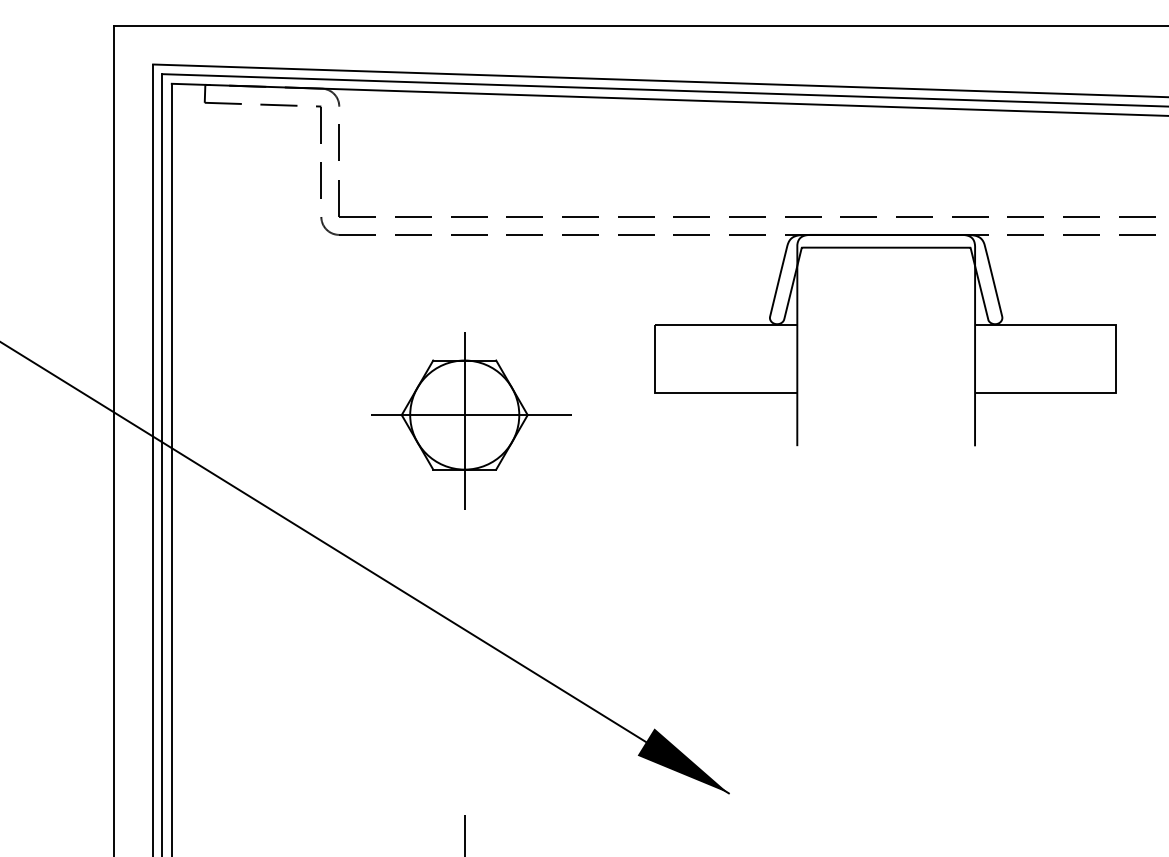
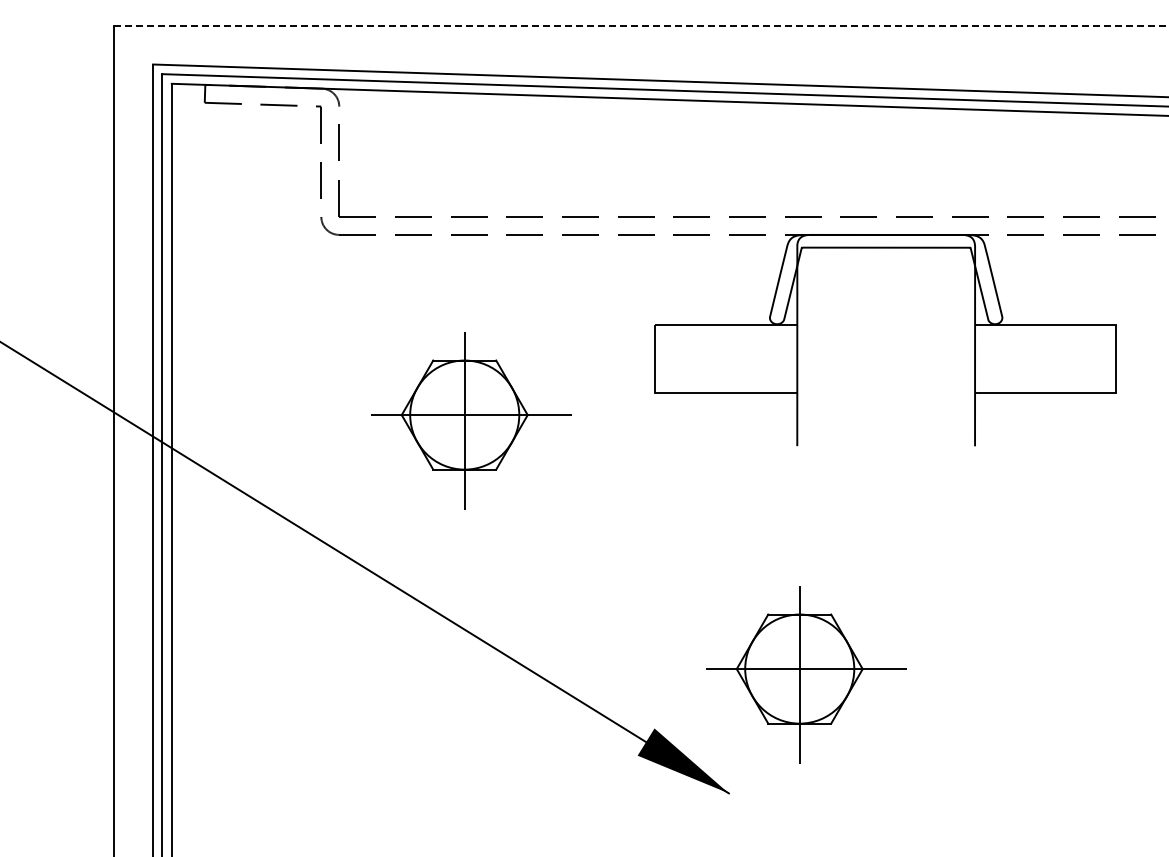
line at (641, 25): solid -> dashed
part at (806, 674): none -> present
line at (464, 833): present -> none
